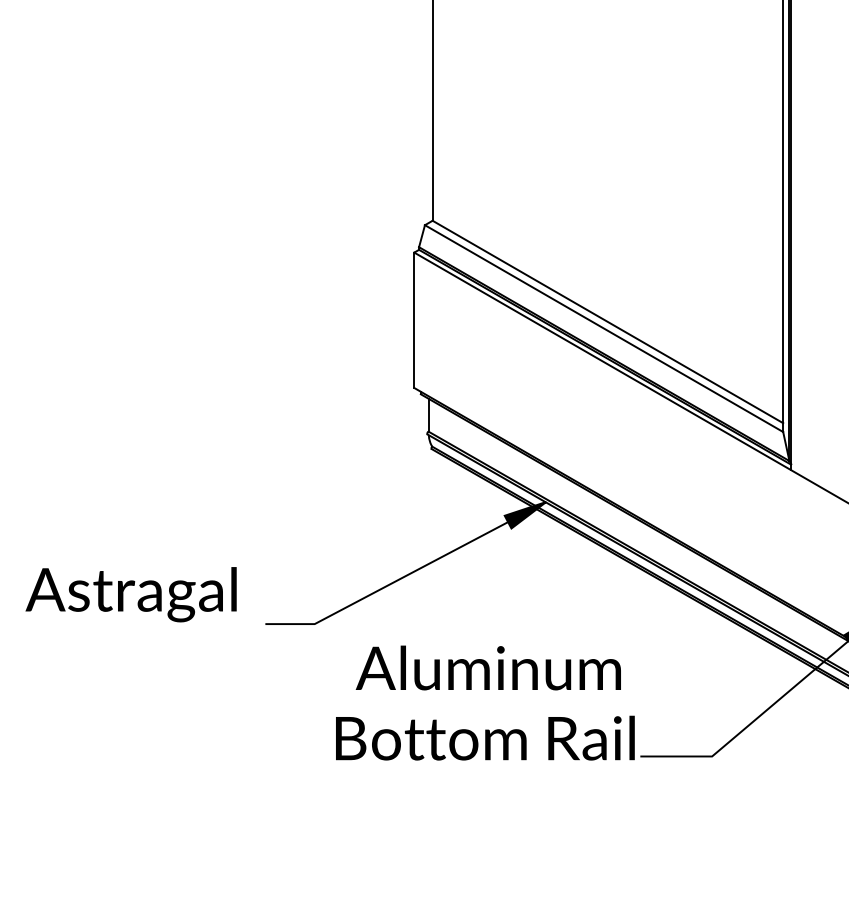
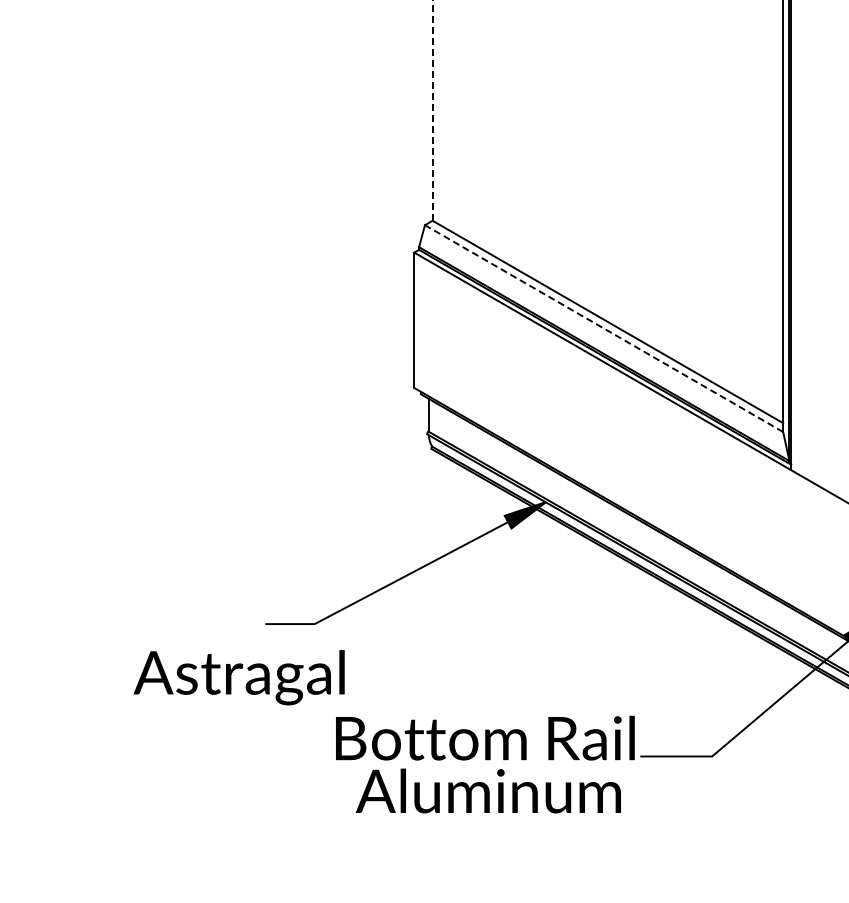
line at (432, 109): solid -> dashed
line at (604, 328): solid -> dashed
text at (130, 594) position: (130, 594) -> (238, 677)
text at (487, 667) position: (487, 667) -> (487, 790)
